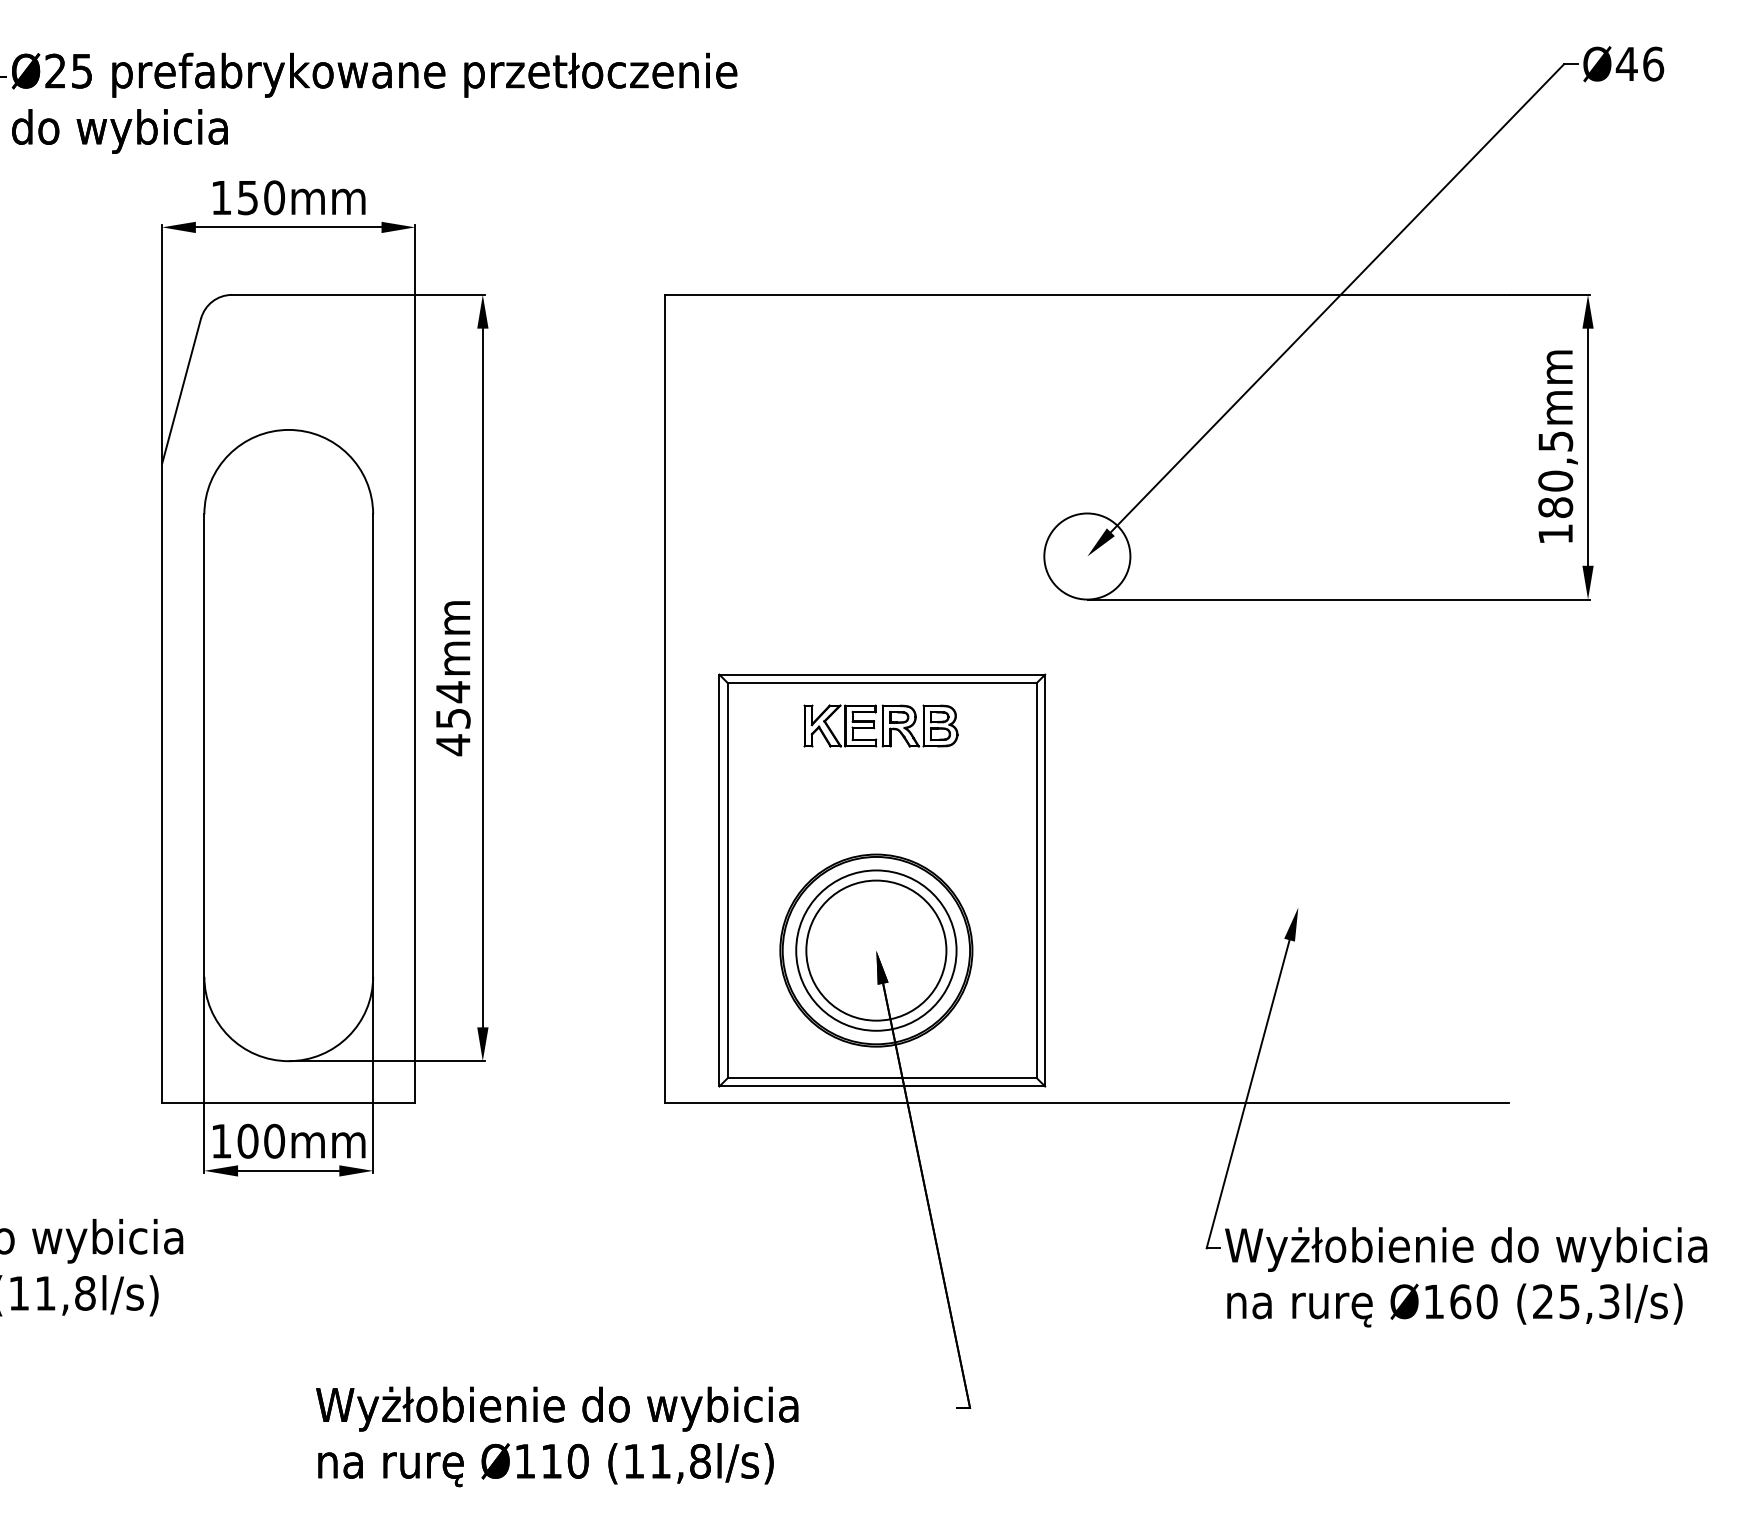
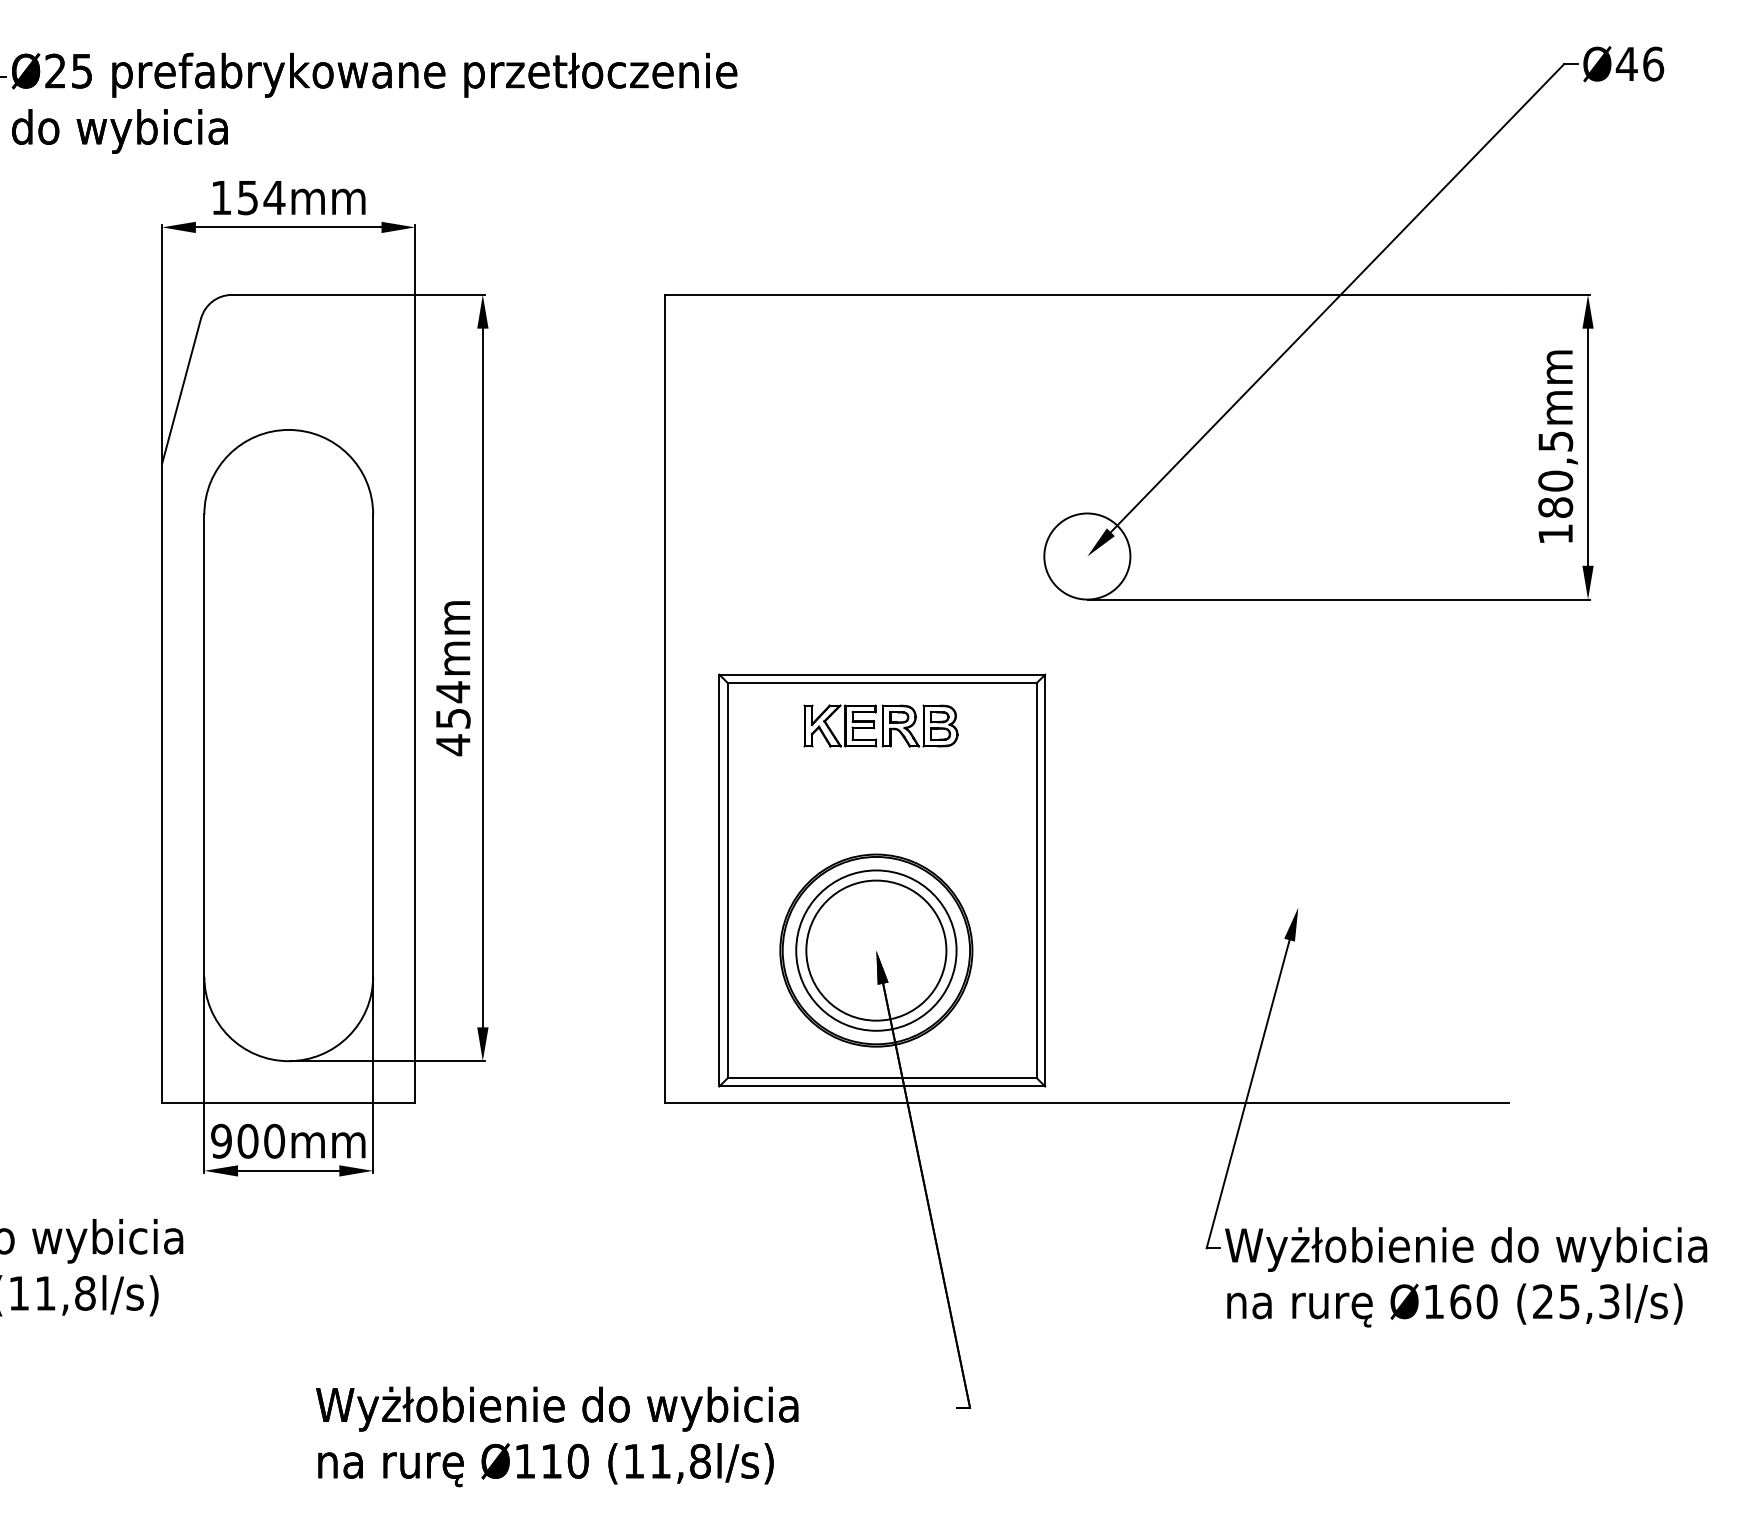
text at (274, 197): 150mm -> 154mm
text at (221, 1140): 100mm -> 900mm
